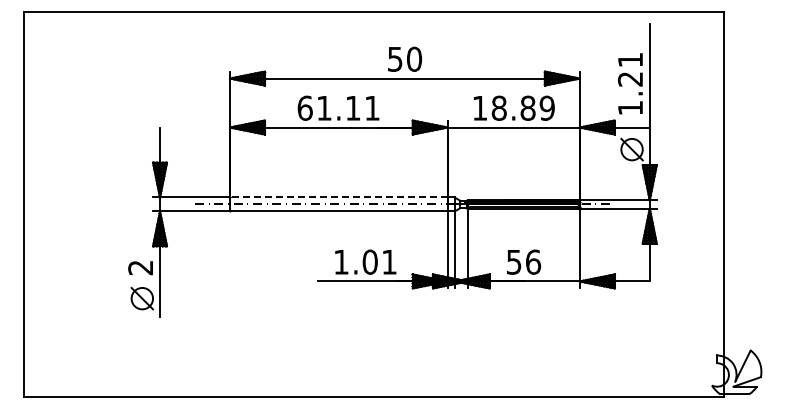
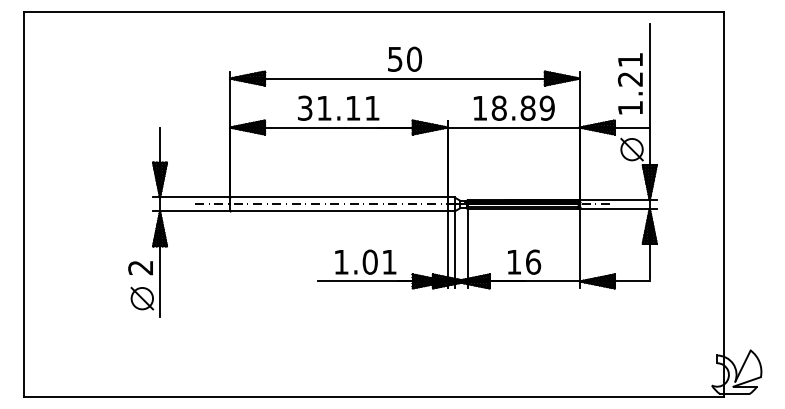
text at (304, 107): 61.11 -> 31.11
line at (338, 197): dashed -> solid
text at (514, 262): 56 -> 16
